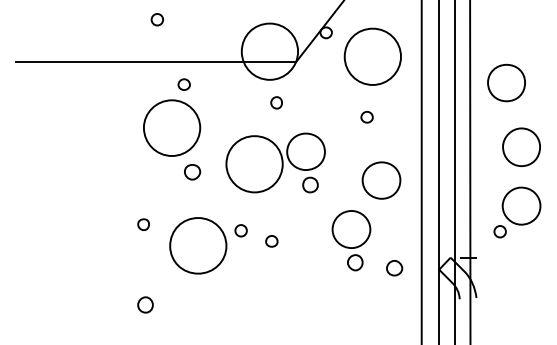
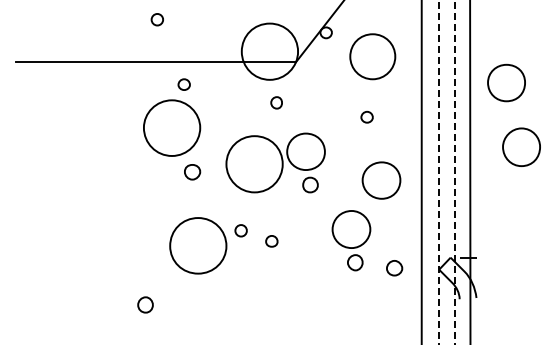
part at (372, 56) size: 59x59 px -> 48x48 px
line at (438, 172): solid -> dashed
line at (454, 172): solid -> dashed
part at (517, 212): present -> none
part at (143, 224): present -> none
